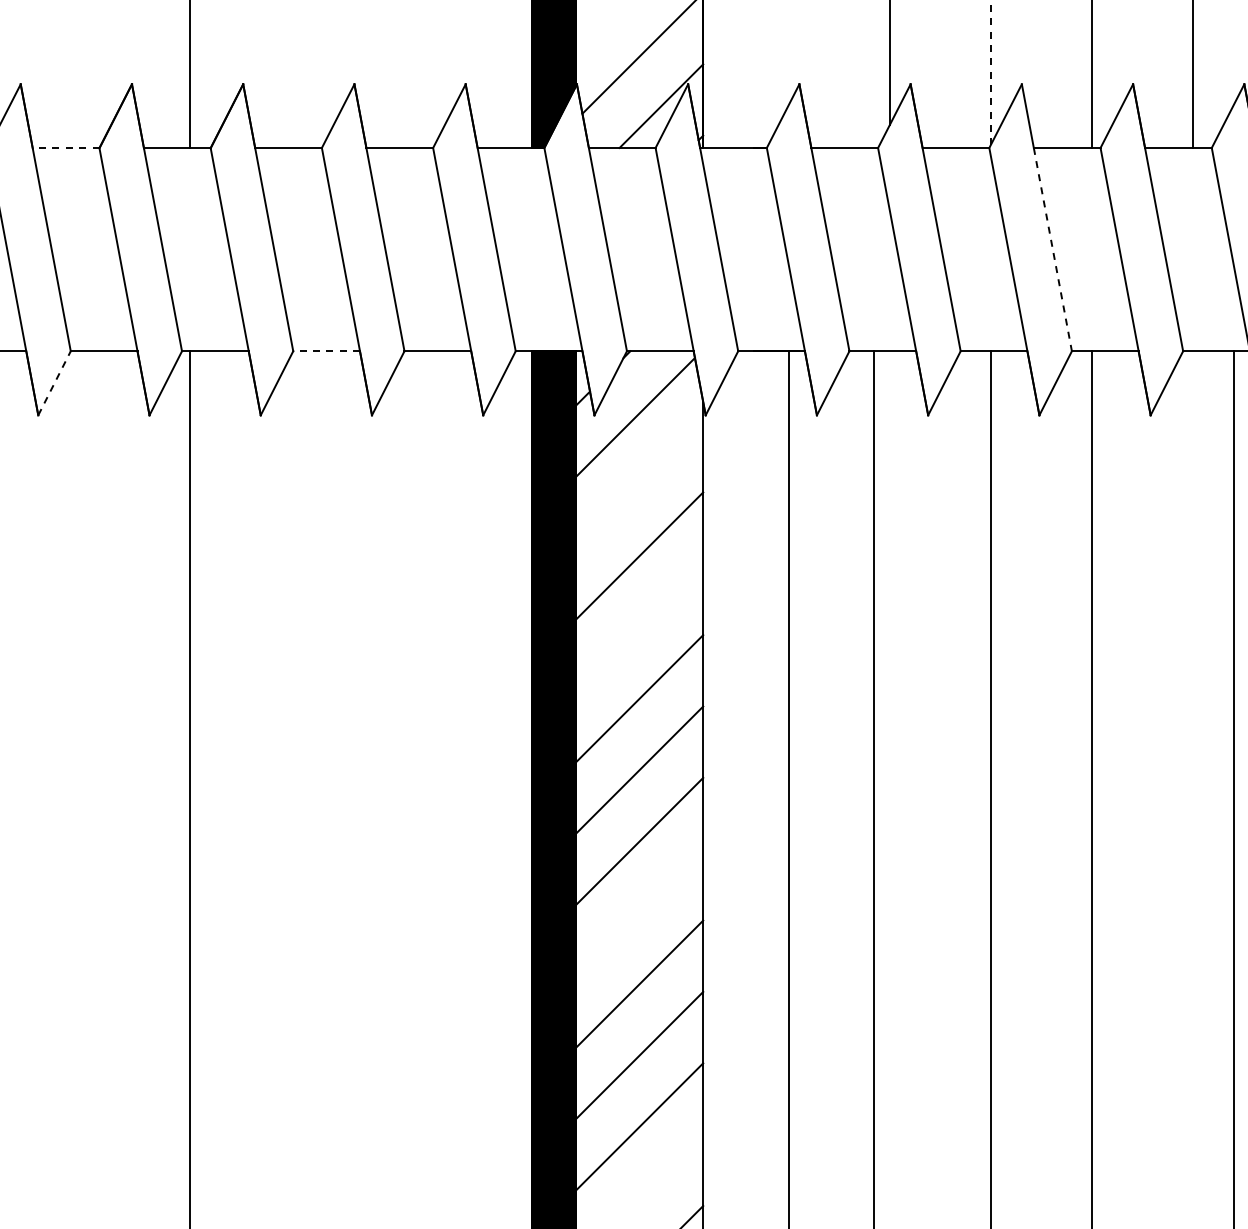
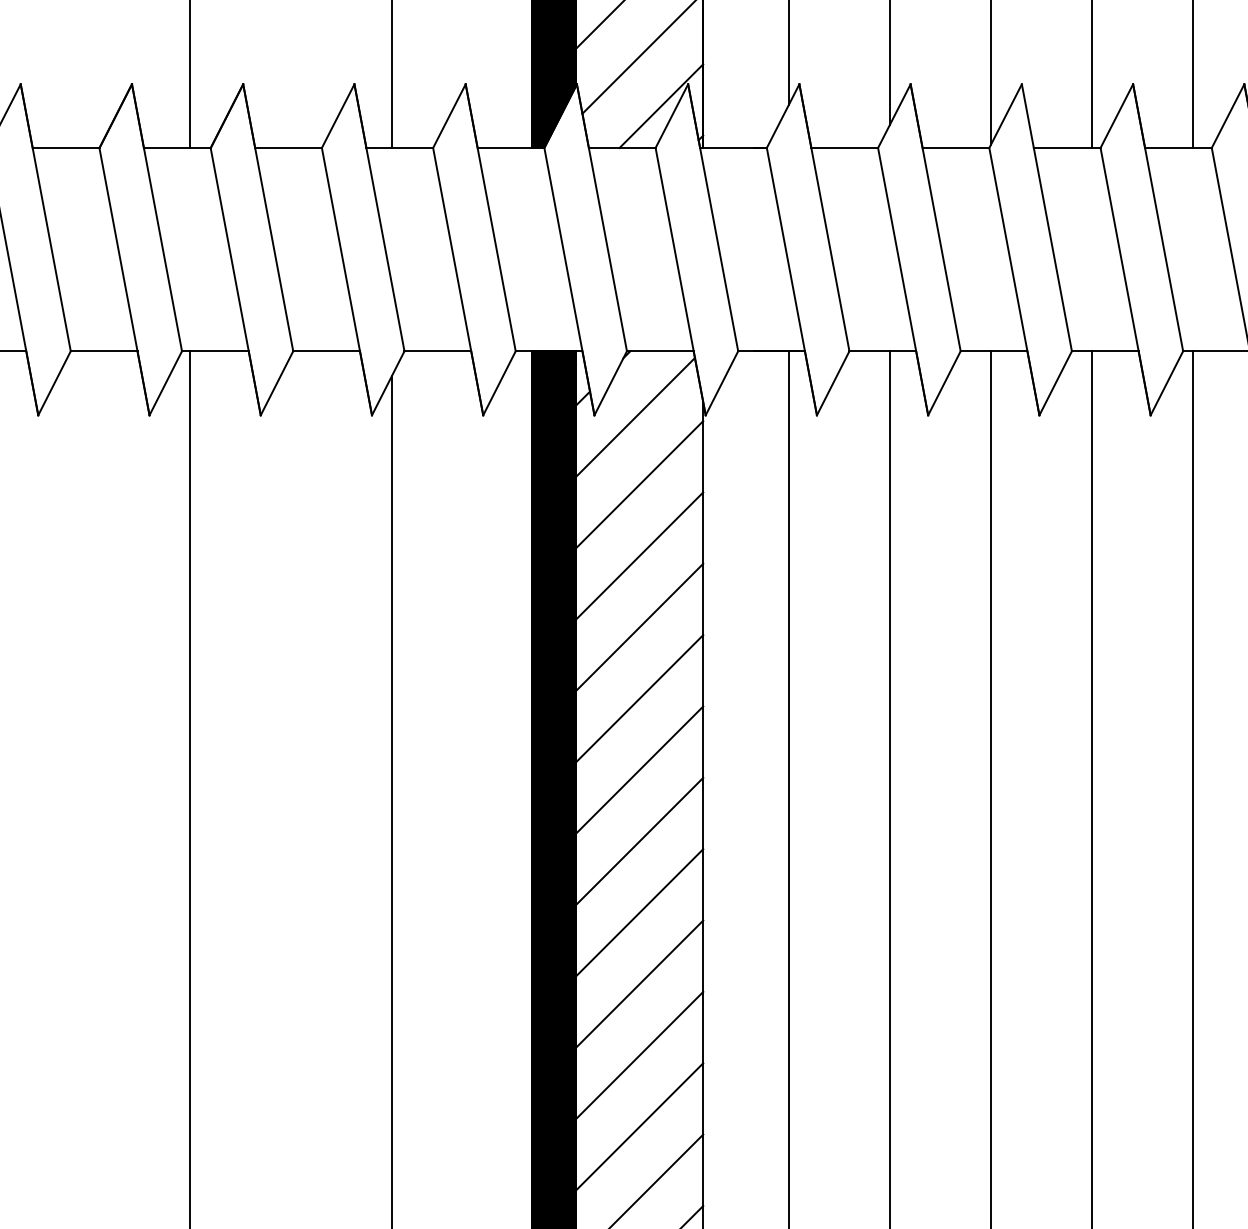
line at (599, 25): none -> present
line at (788, 53): none -> present
line at (990, 72): dashed -> solid
line at (391, 74): none -> present
line at (65, 148): dashed -> solid
line at (1052, 250): dashed -> solid
line at (326, 351): dashed -> solid
line at (54, 383): dashed -> solid
line at (639, 484): none -> present
line at (639, 627): none -> present
line at (873, 788) position: (873, 788) -> (889, 788)
line at (1233, 788) position: (1233, 788) -> (1192, 788)
line at (391, 800): none -> present
line at (639, 912): none -> present
line at (657, 1179): none -> present
